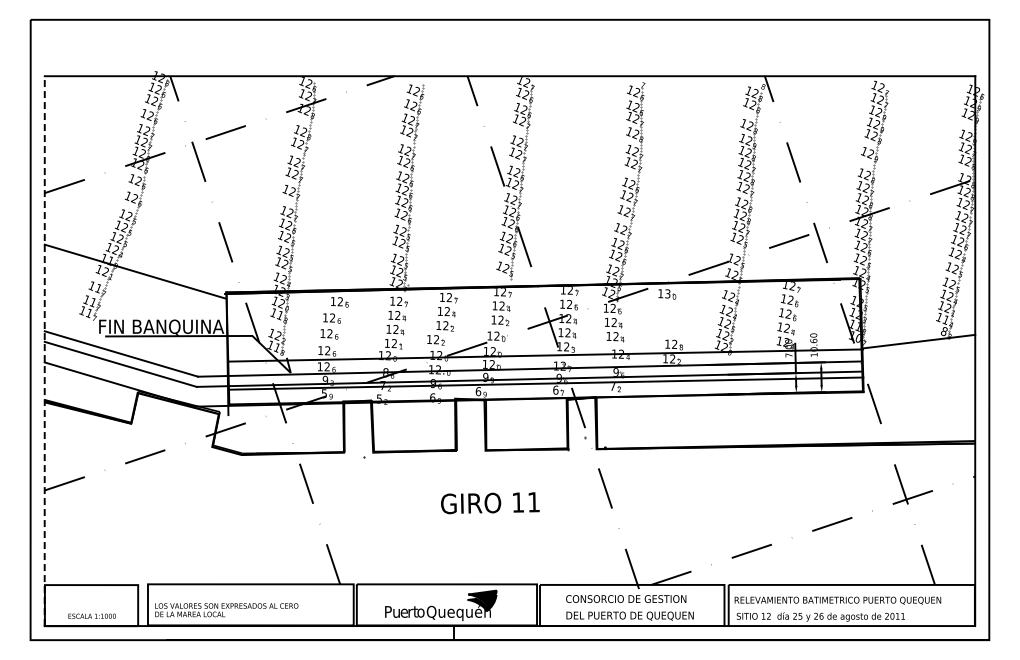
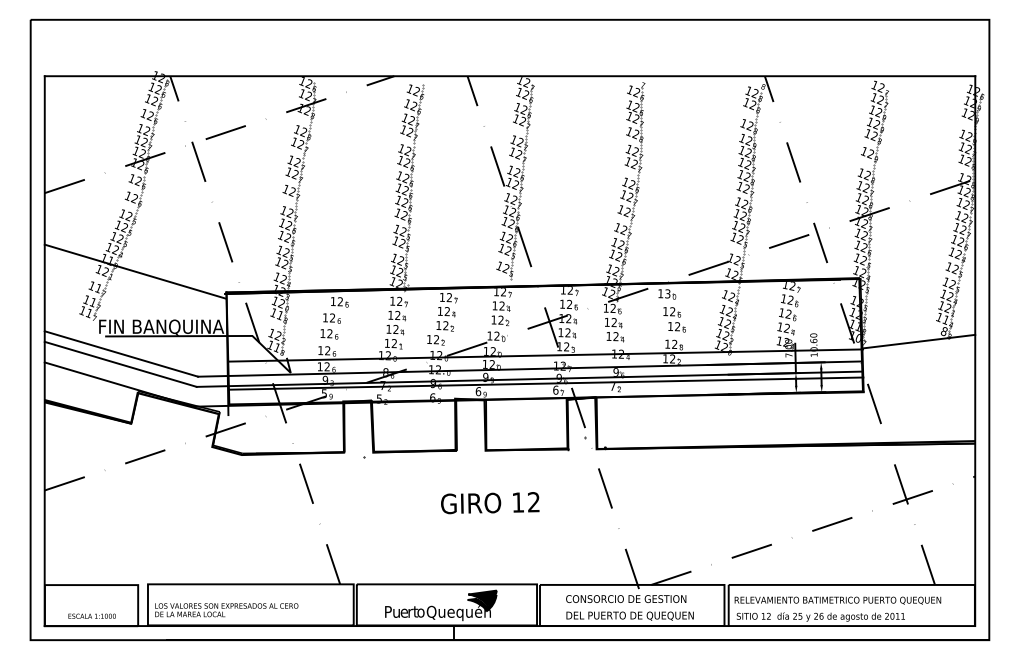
part at (674, 319): none -> present
line at (44, 351): dashed -> solid
text at (533, 502): 11 -> 12
